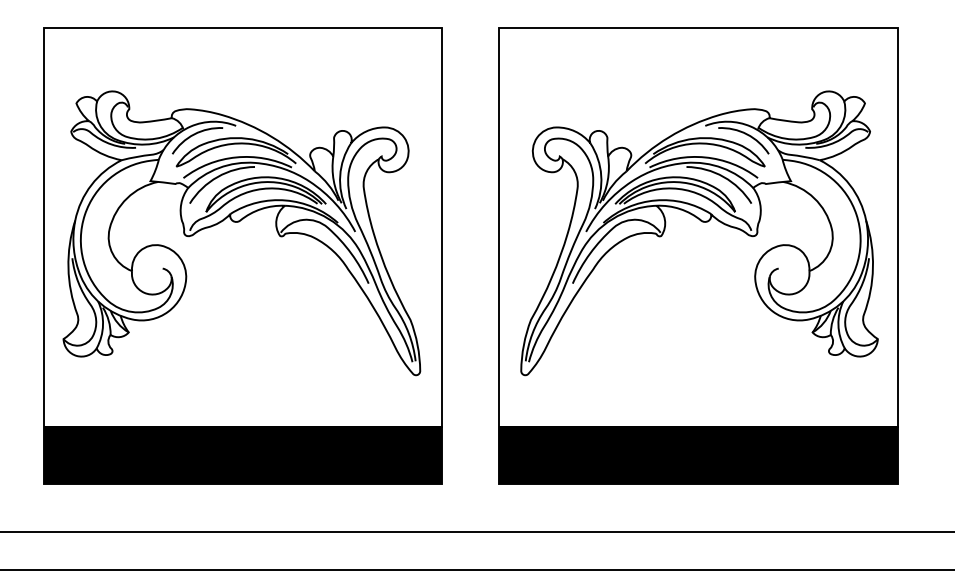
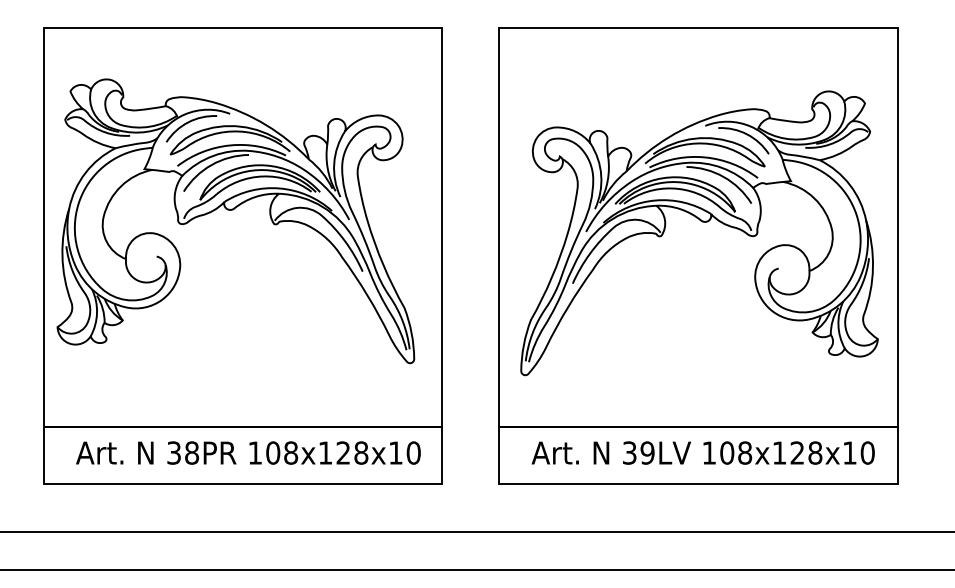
part at (239, 222) position: (239, 222) -> (233, 210)
fill at (242, 455): present -> none
fill at (698, 455): present -> none
